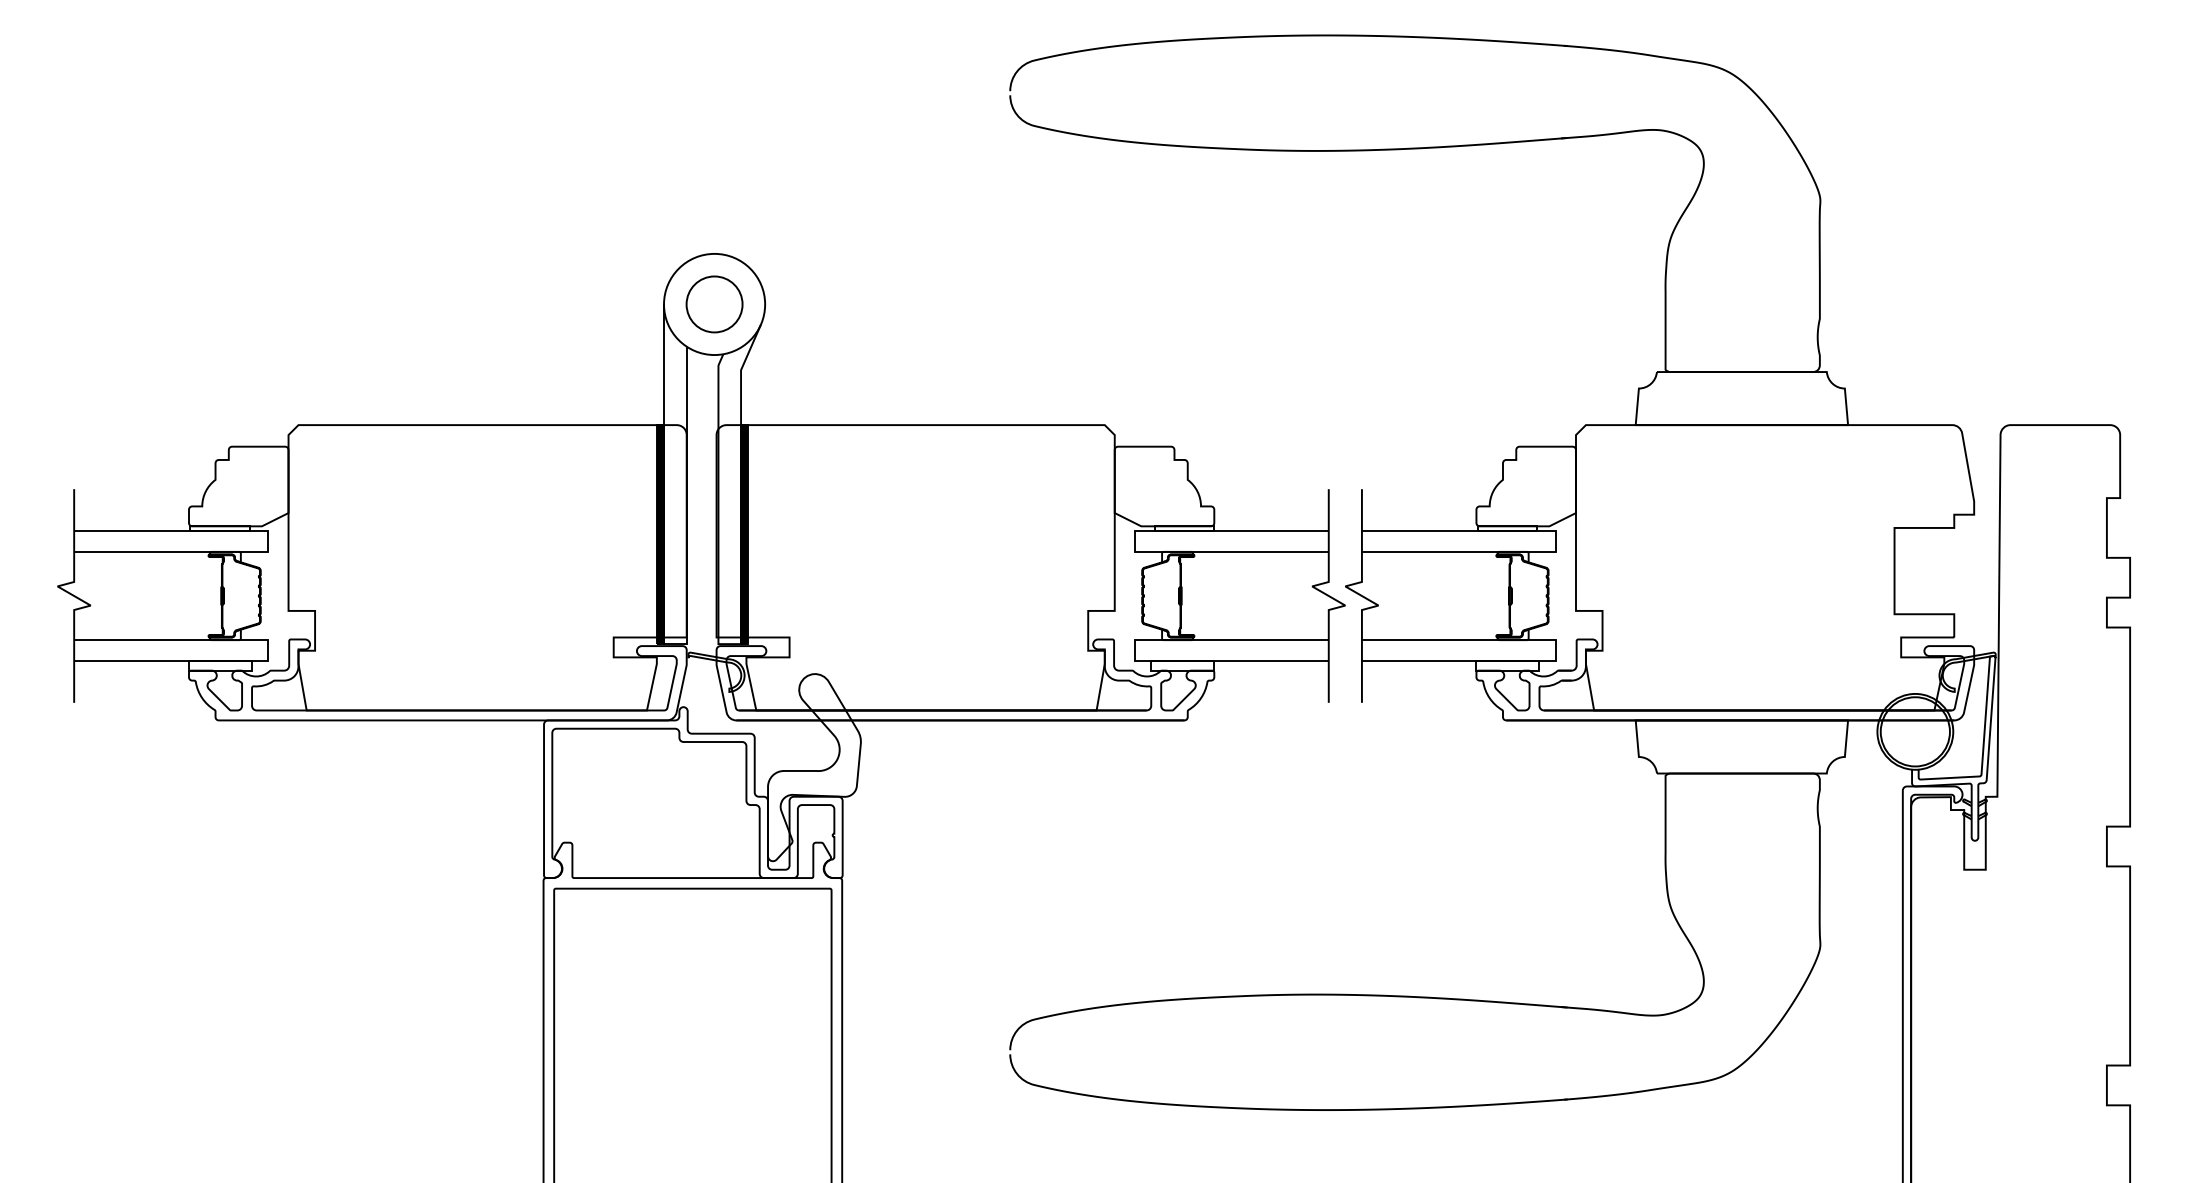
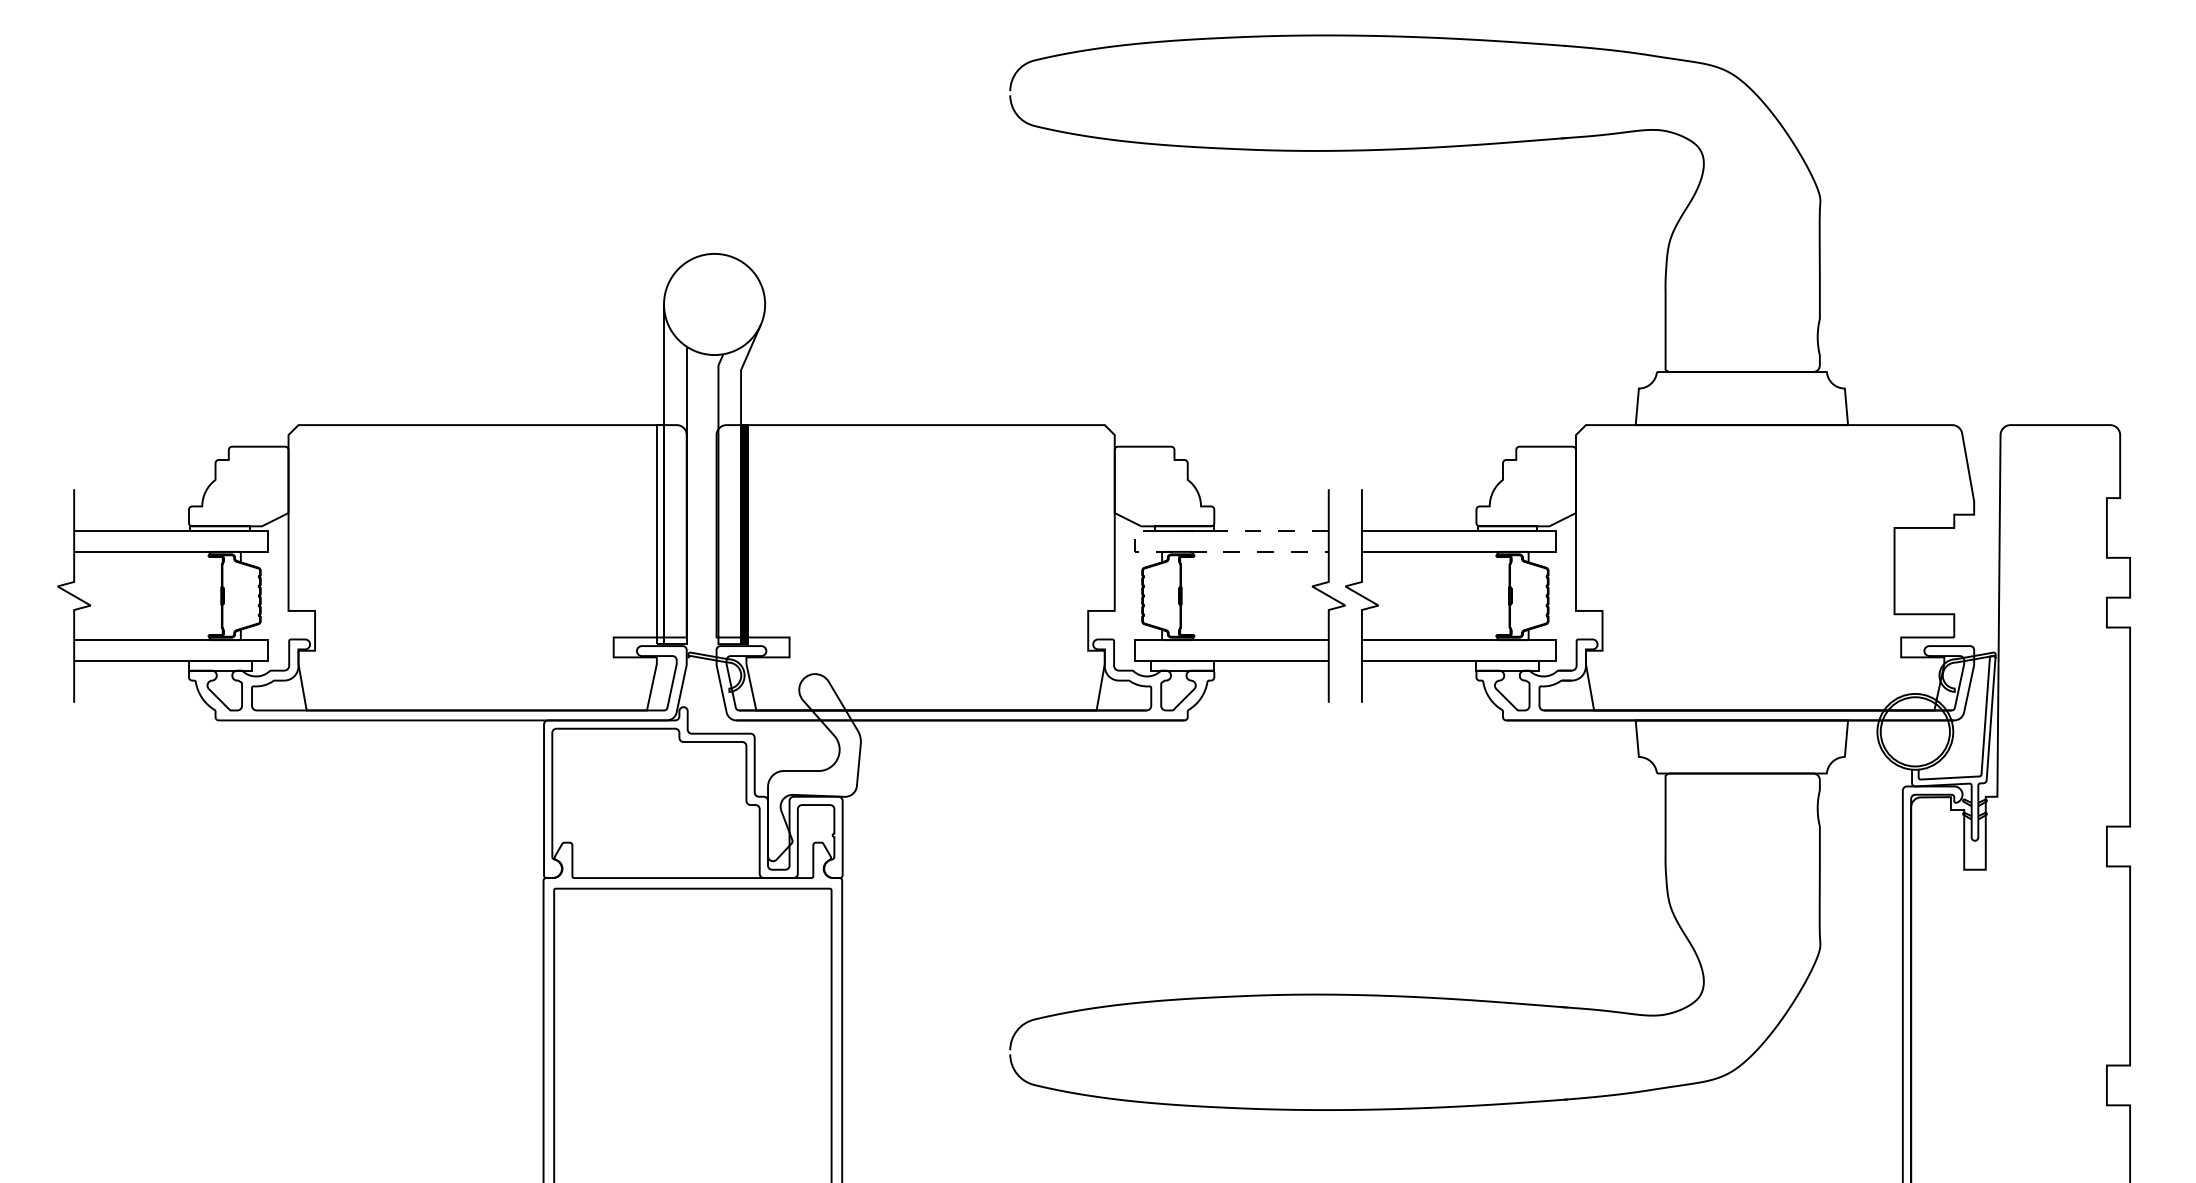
circle at (714, 304): present -> none
hatch at (660, 534): present -> none
line at (1134, 542): solid -> dashed
